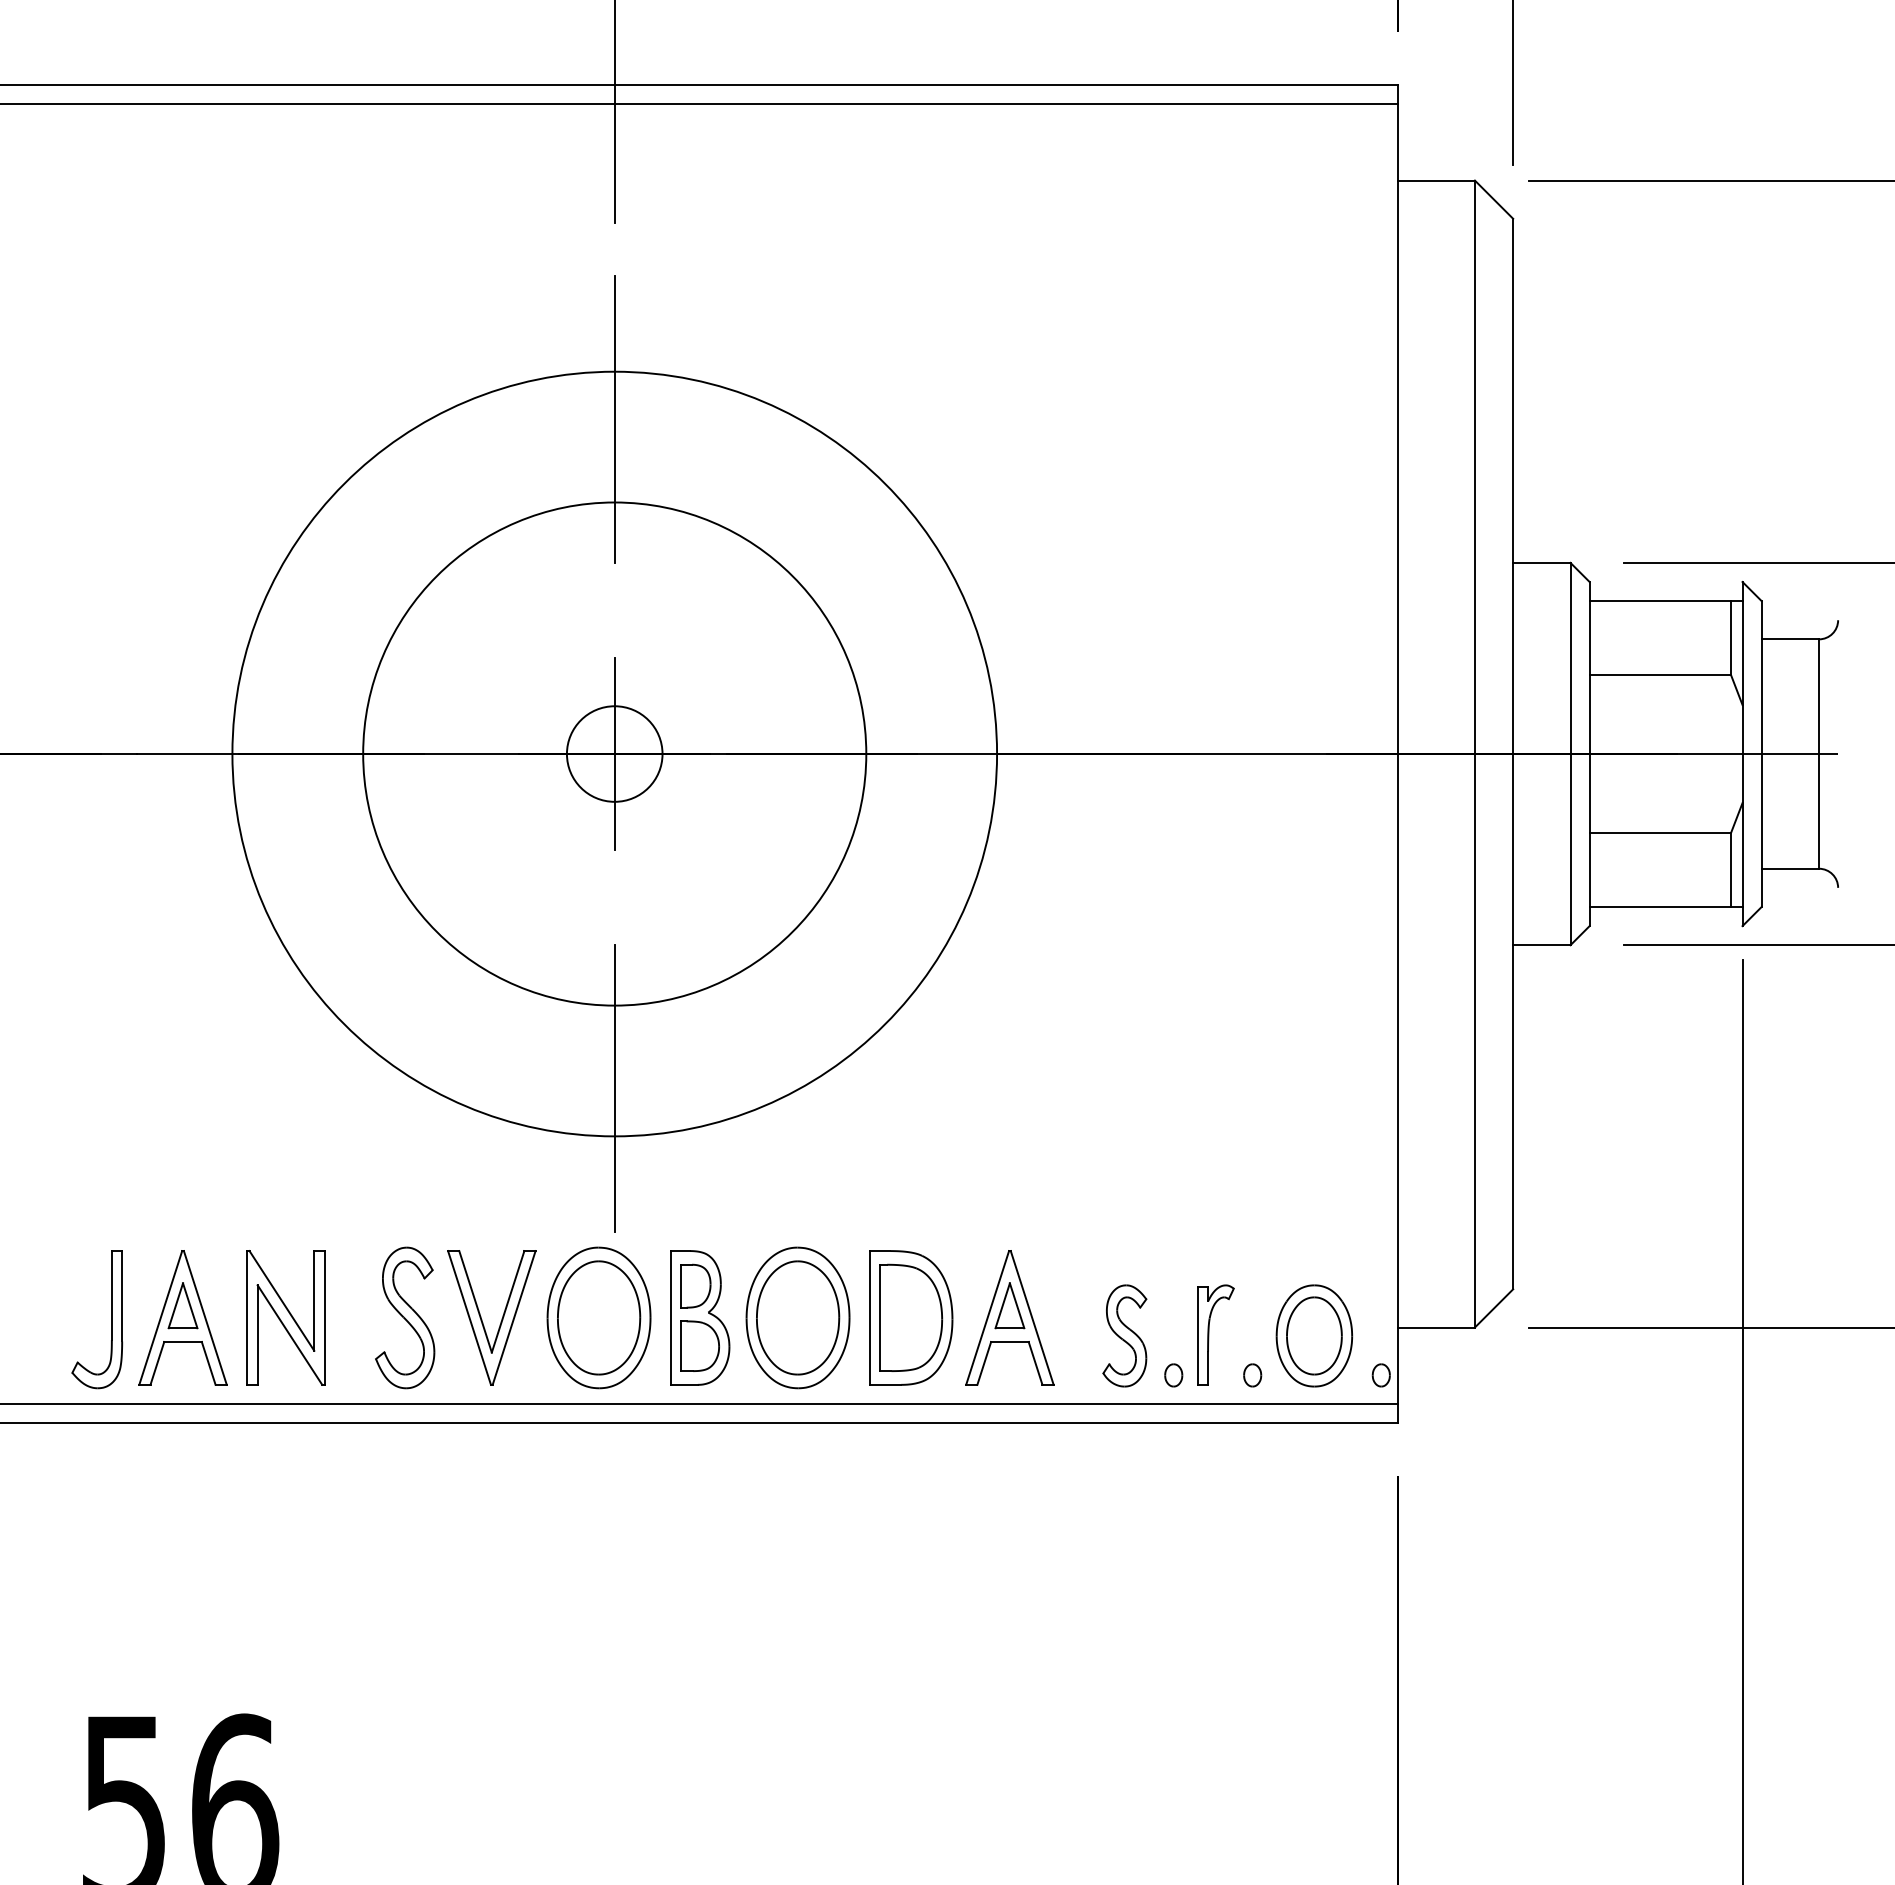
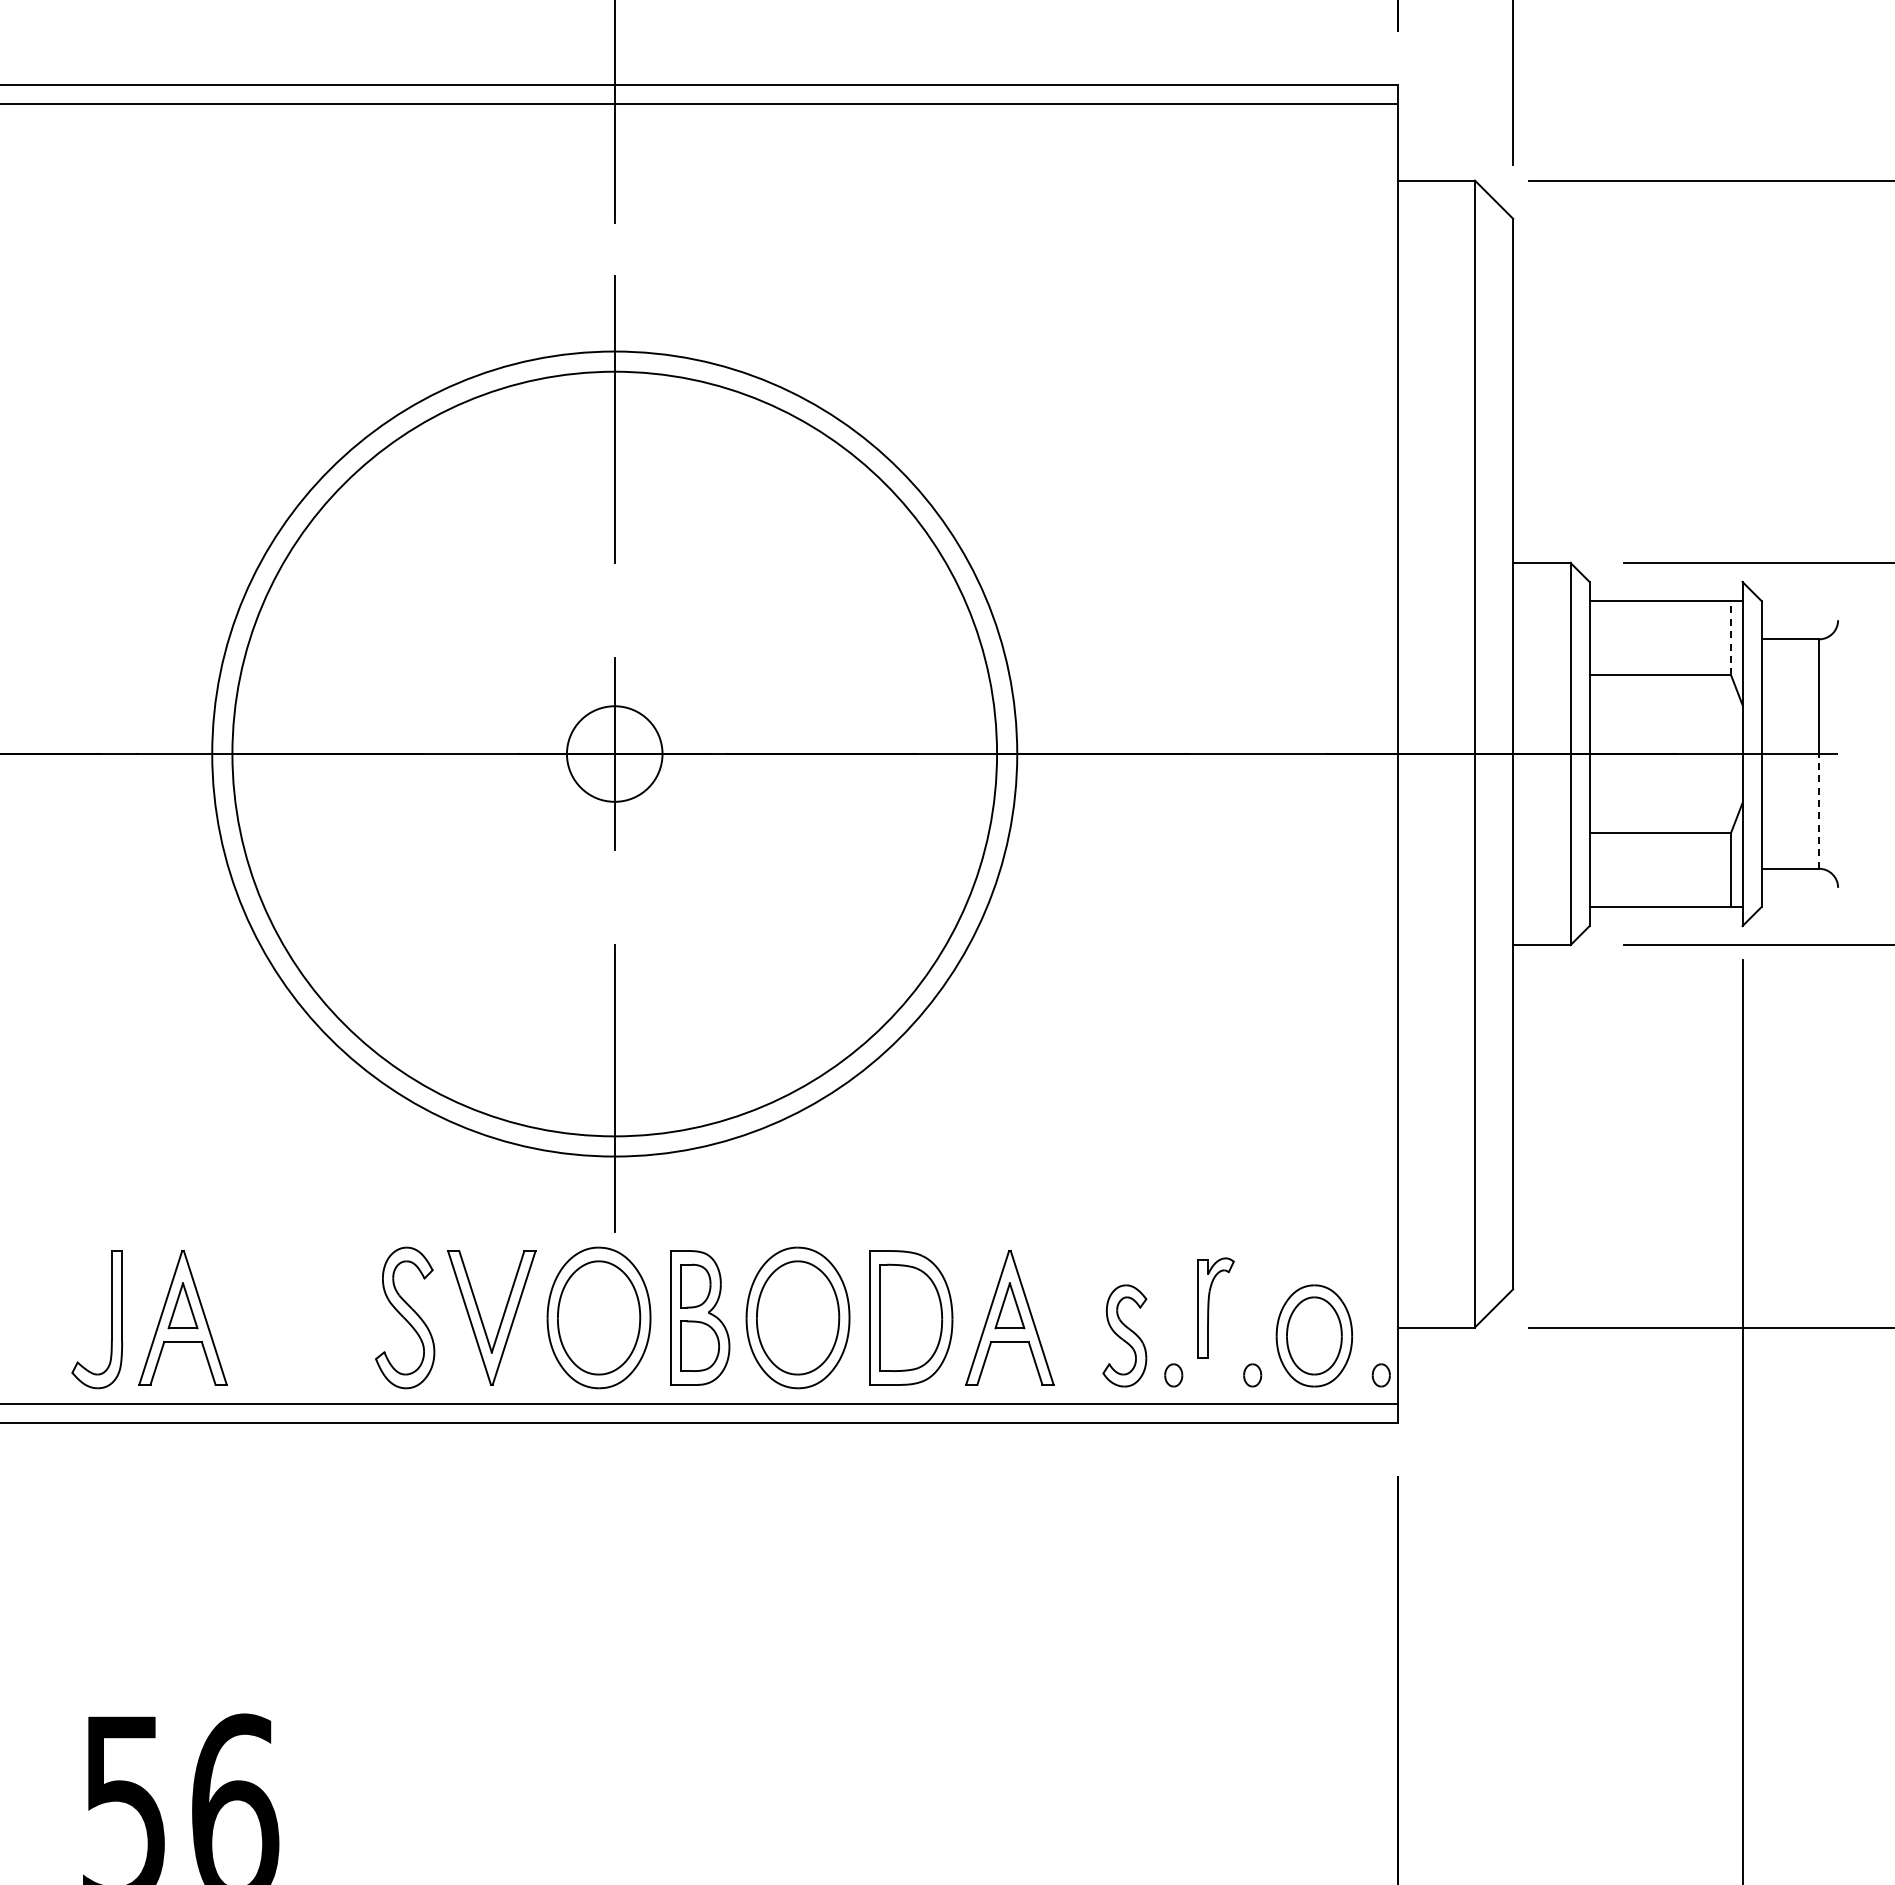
line at (1731, 637): solid -> dashed
circle at (614, 753) diameter: 503 px -> 805 px
line at (1819, 810): solid -> dashed
part at (285, 1317): present -> none
part at (1215, 1334) position: (1215, 1334) -> (1215, 1307)
